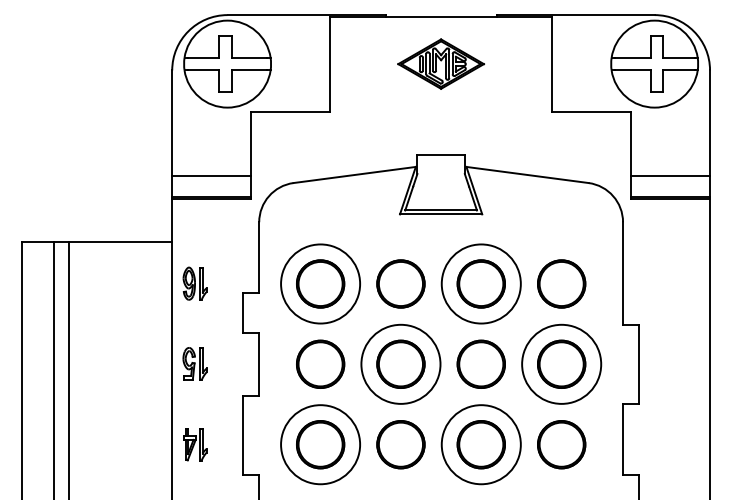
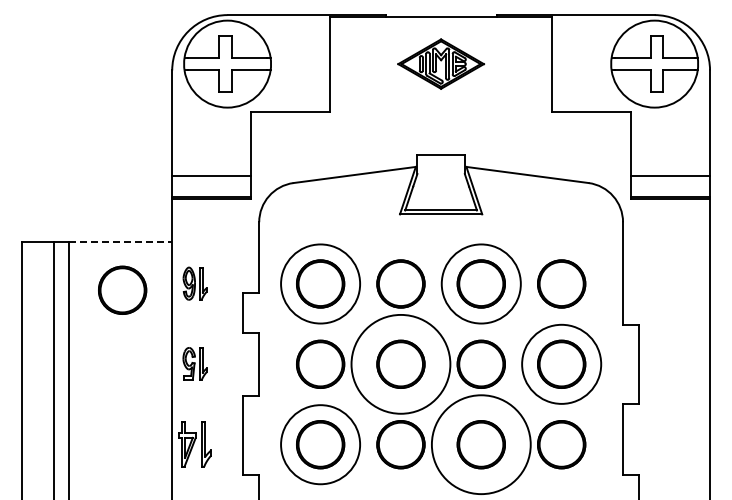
line at (121, 242): solid -> dashed
part at (122, 289): none -> present
circle at (400, 363) diameter: 79 px -> 99 px
part at (195, 444) size: 25x34 px -> 34x47 px
circle at (480, 444) diameter: 79 px -> 99 px
